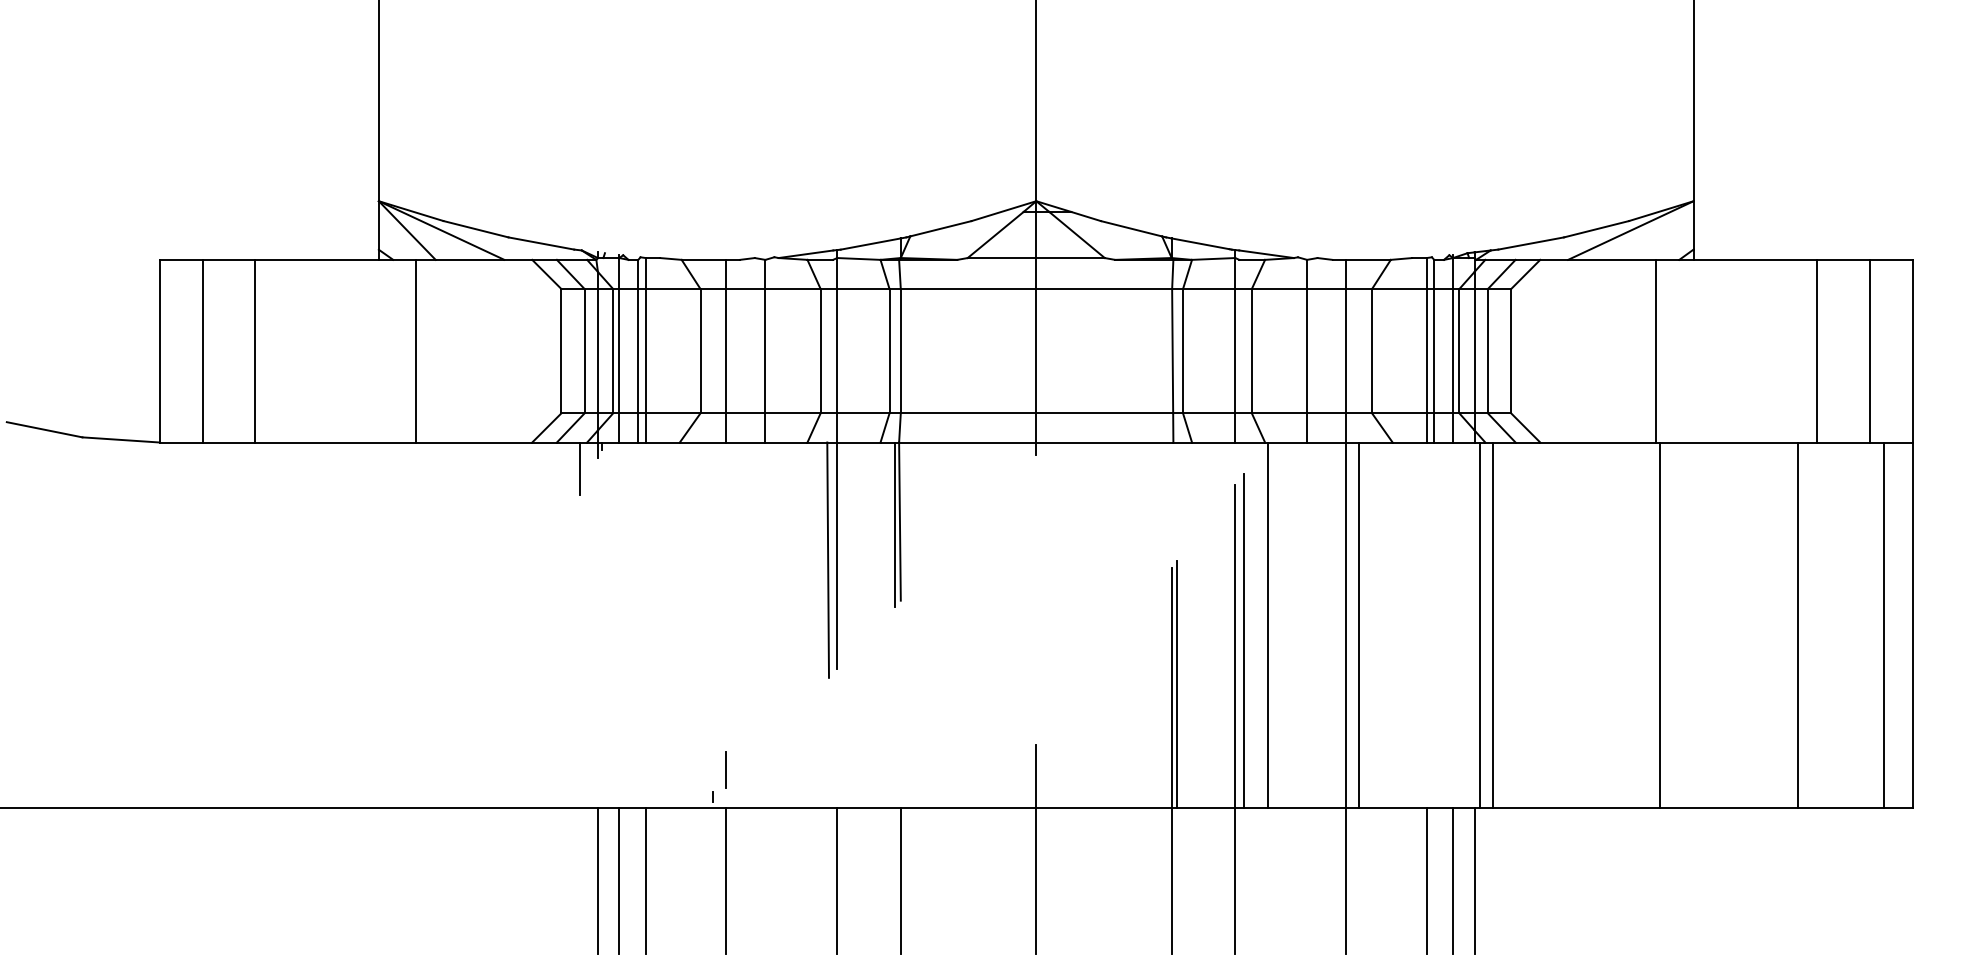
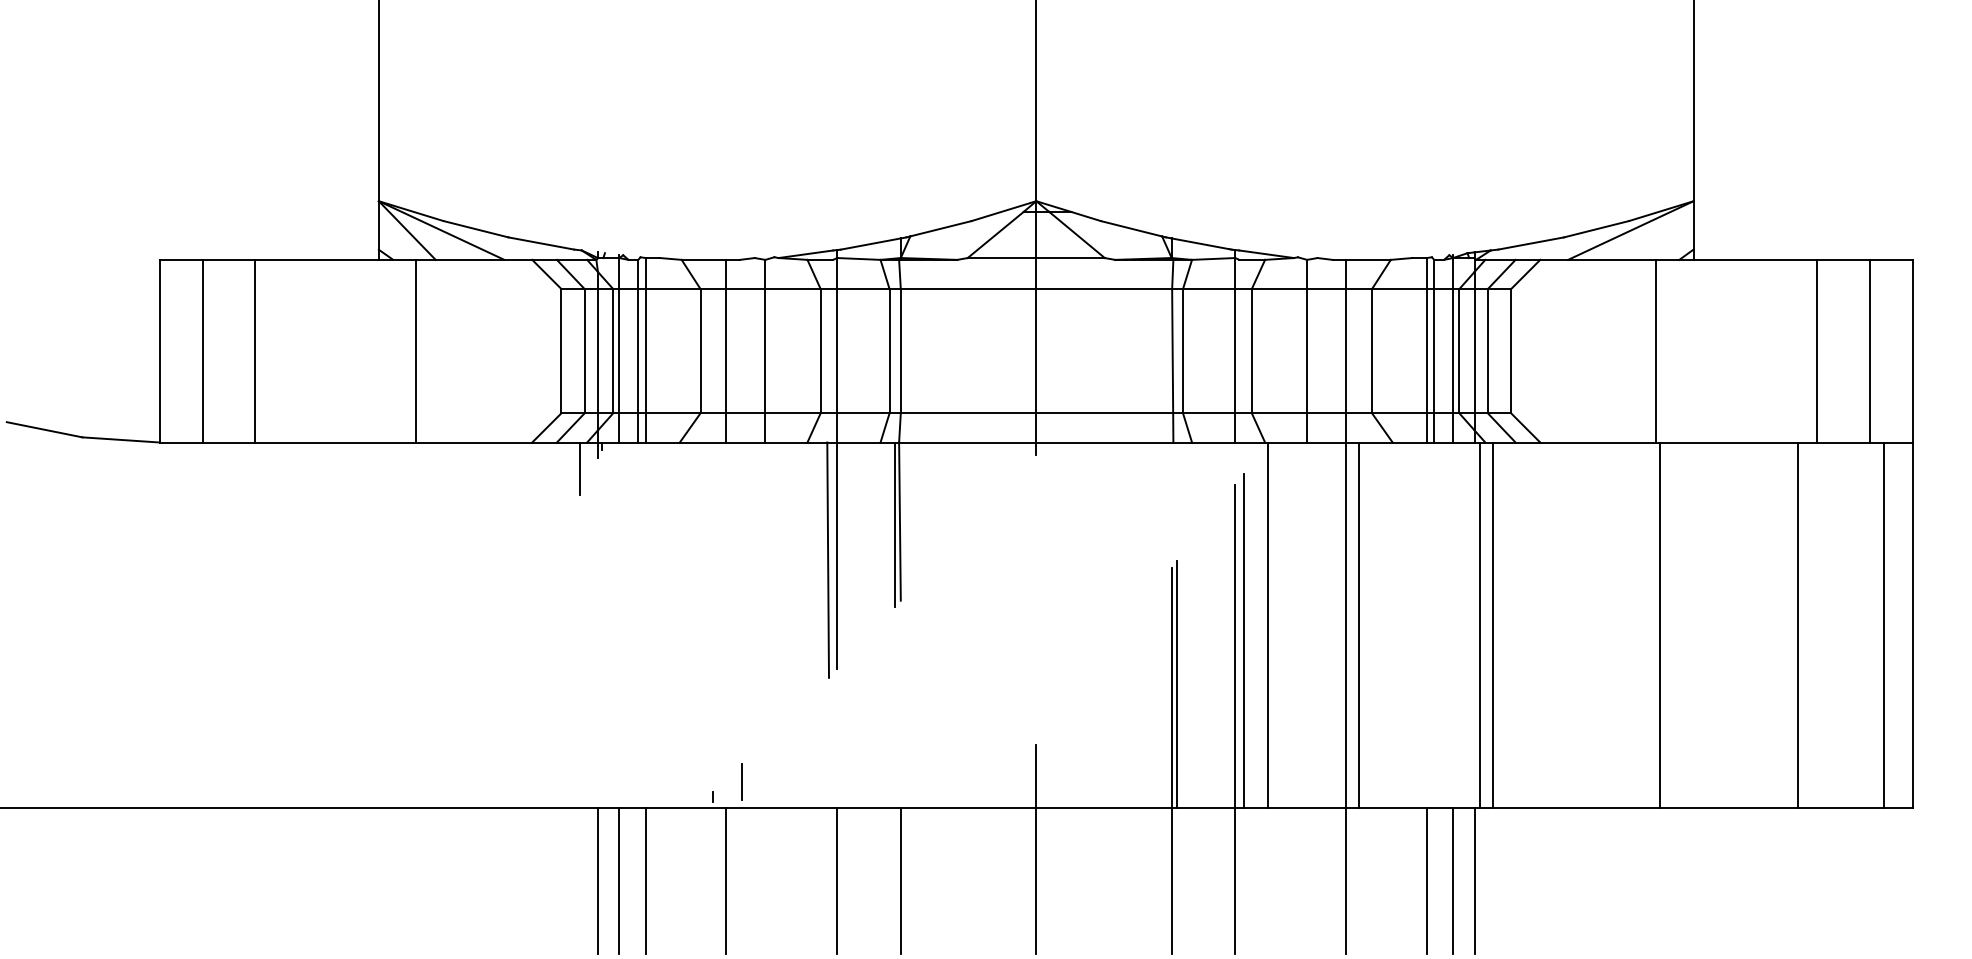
line at (725, 769) position: (725, 769) -> (741, 781)
